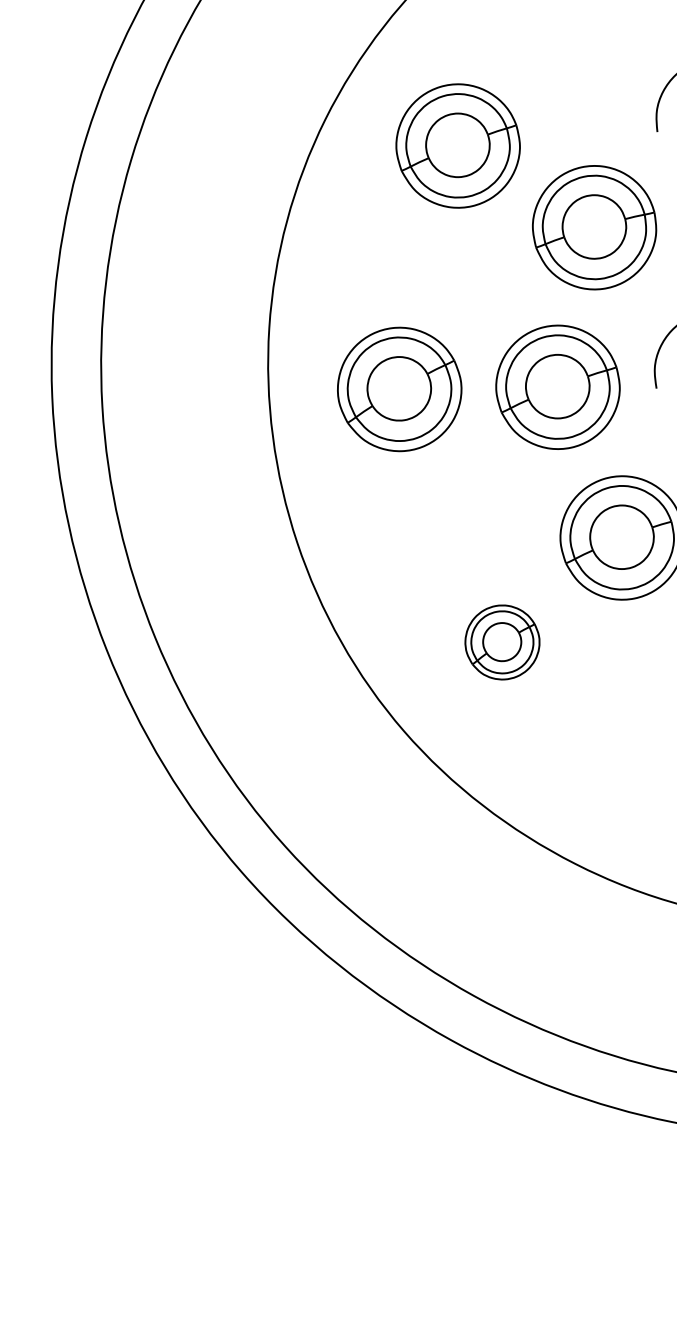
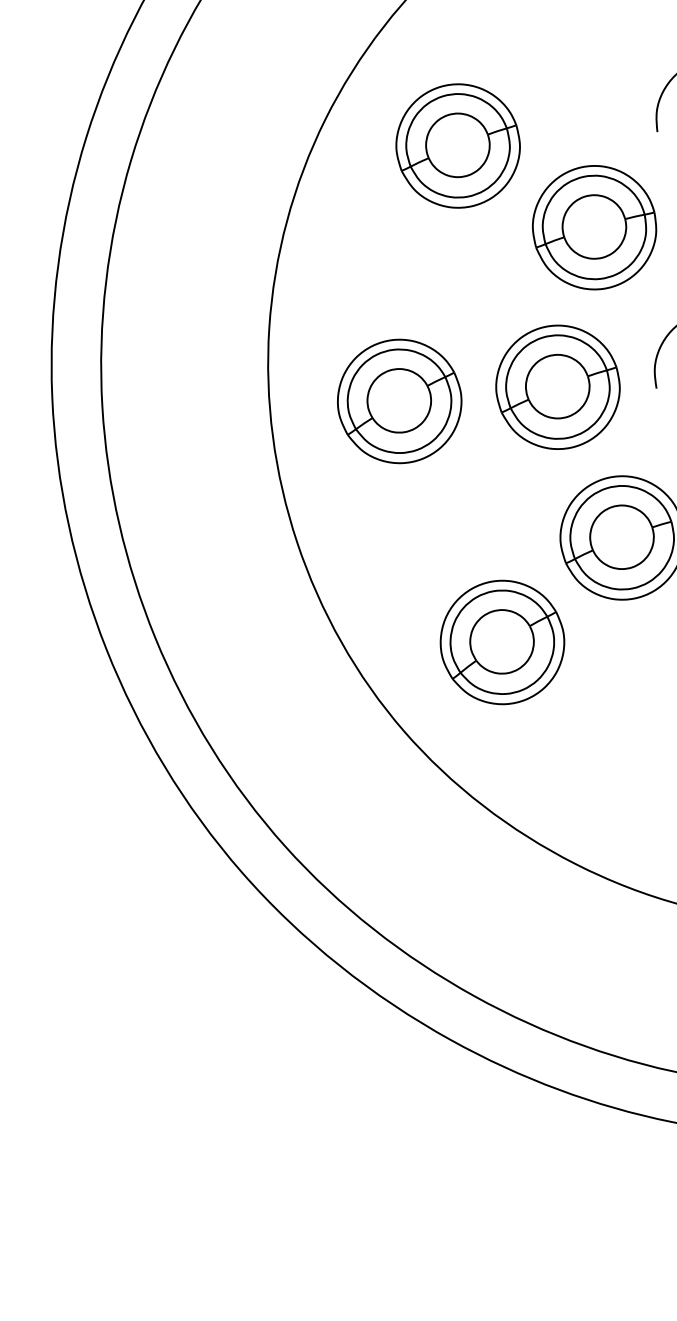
part at (399, 389) position: (399, 389) -> (399, 401)
part at (502, 642) size: 77x77 px -> 127x127 px
